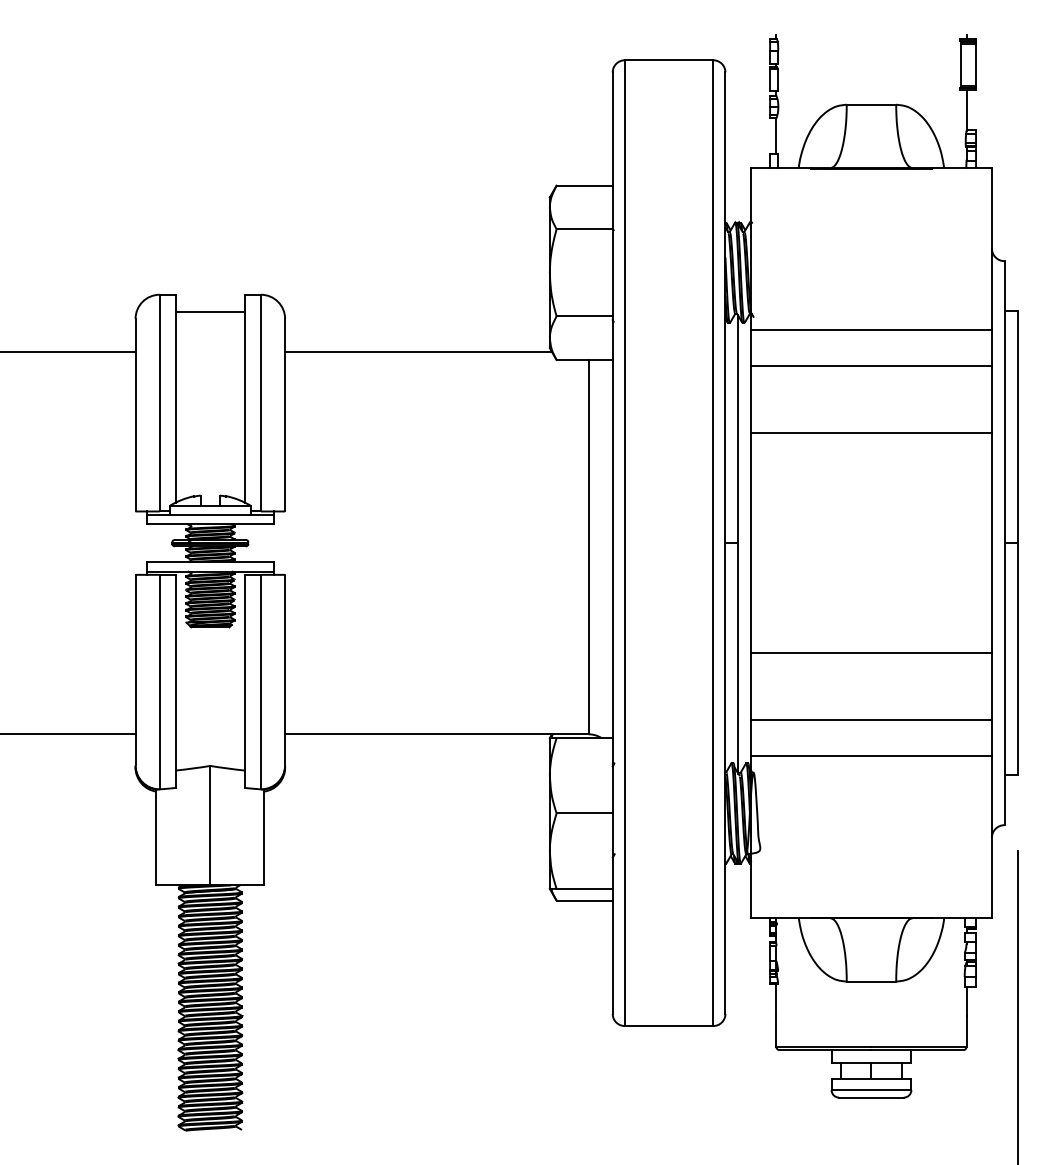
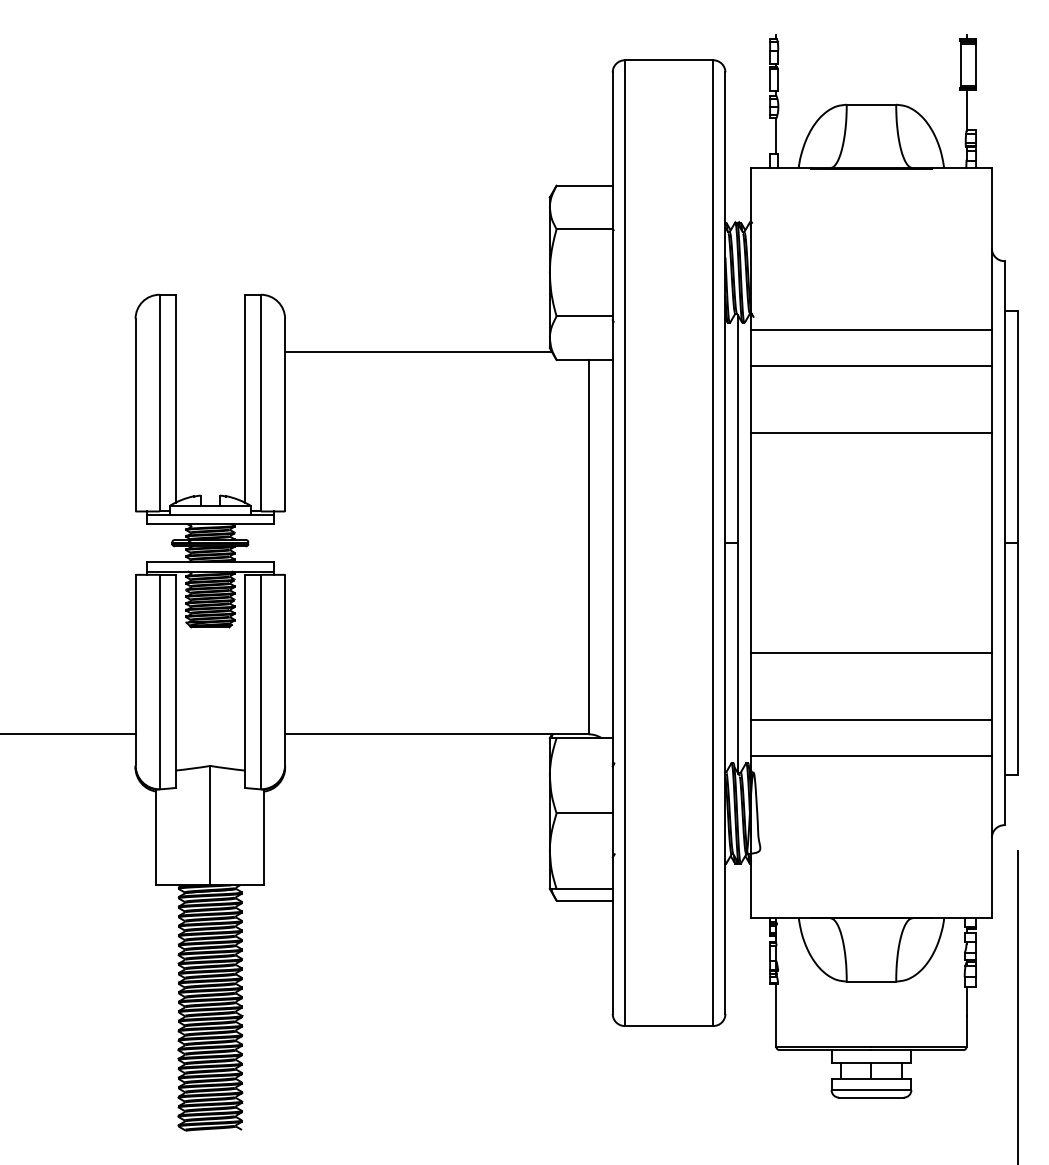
line at (210, 311): present -> none
line at (68, 352): present -> none
